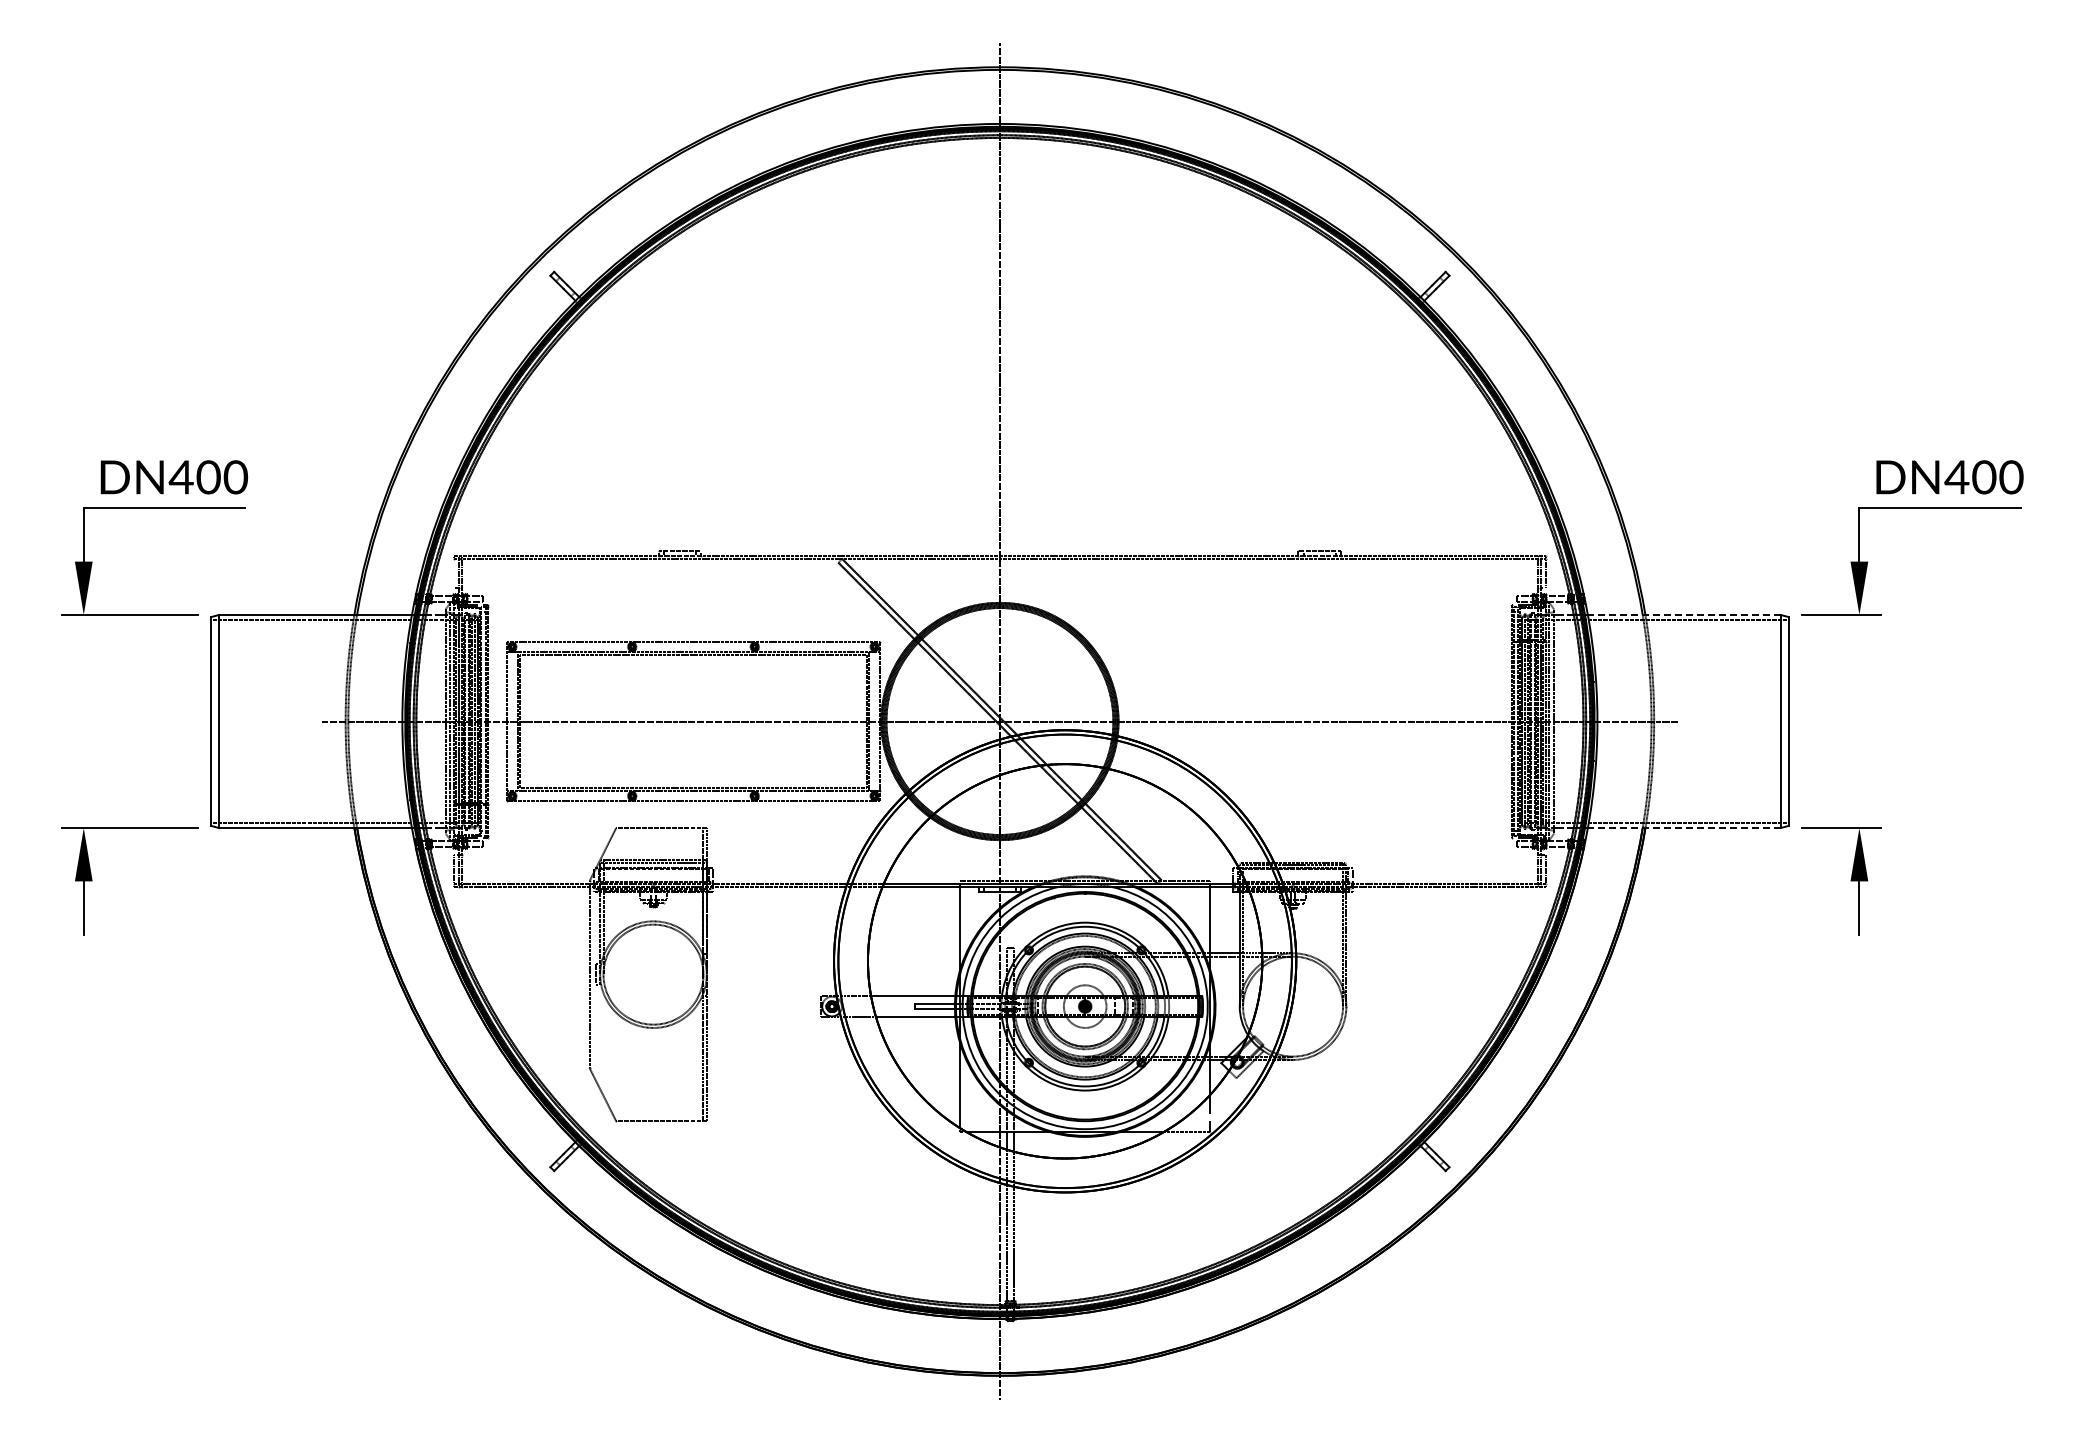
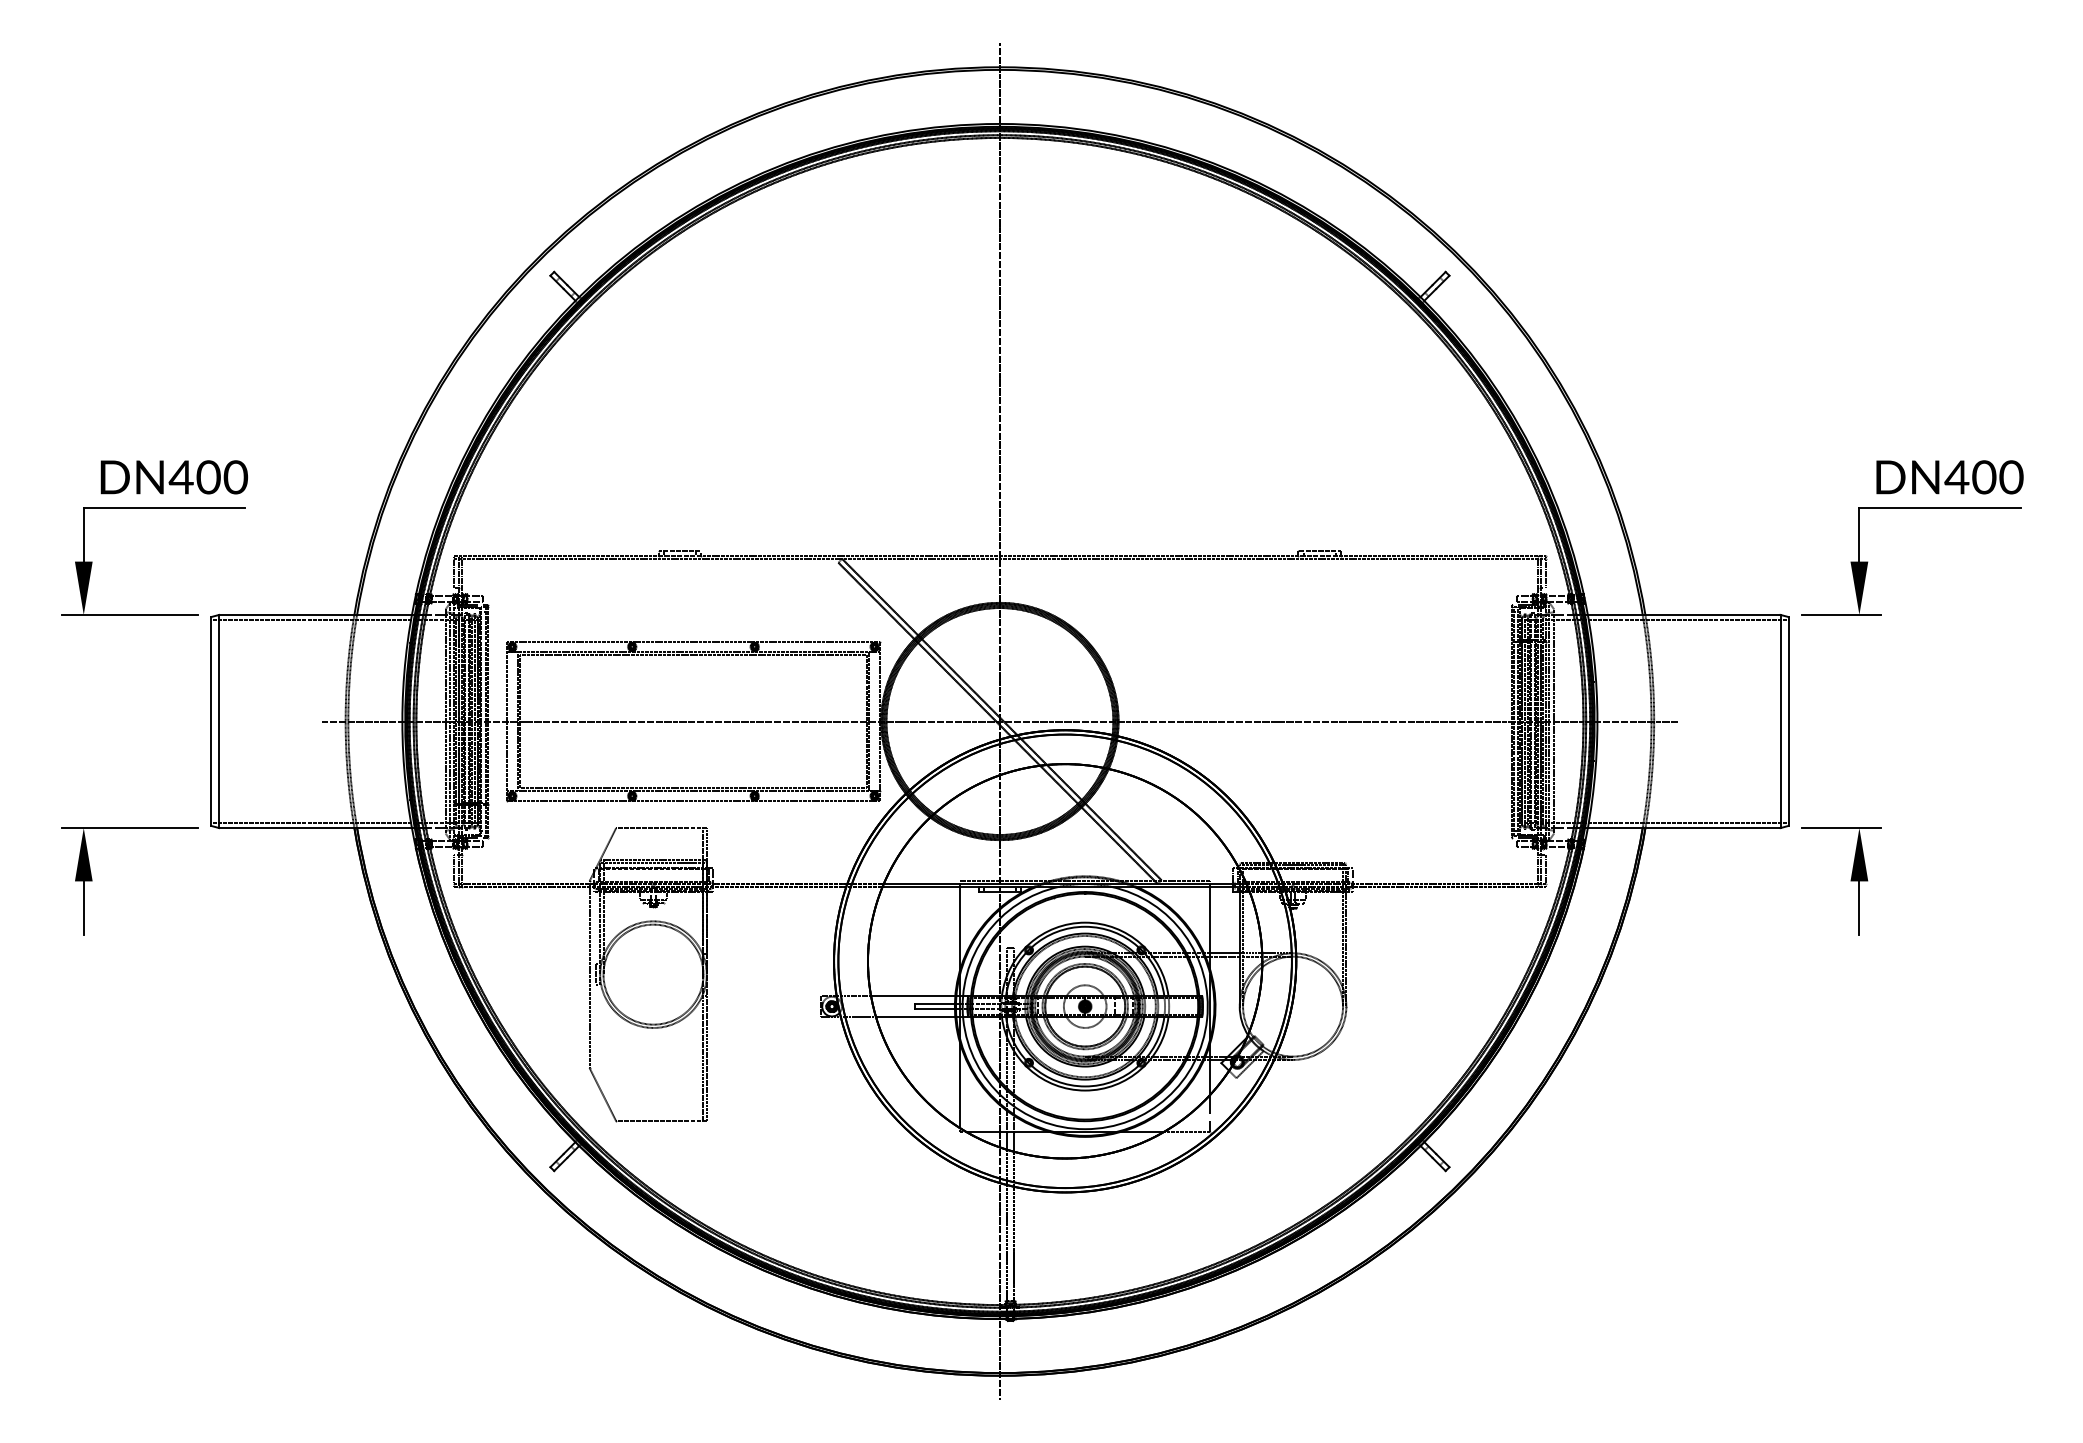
line at (453, 573): none -> present
line at (1683, 614): dashed -> solid
line at (1683, 828): dashed -> solid
